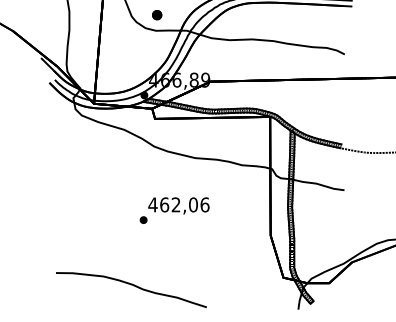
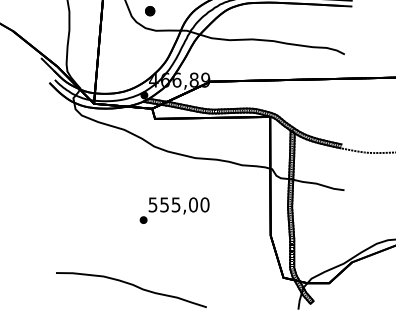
part at (157, 15) position: (157, 15) -> (150, 11)
text at (178, 204): 462,06 -> 555,00
